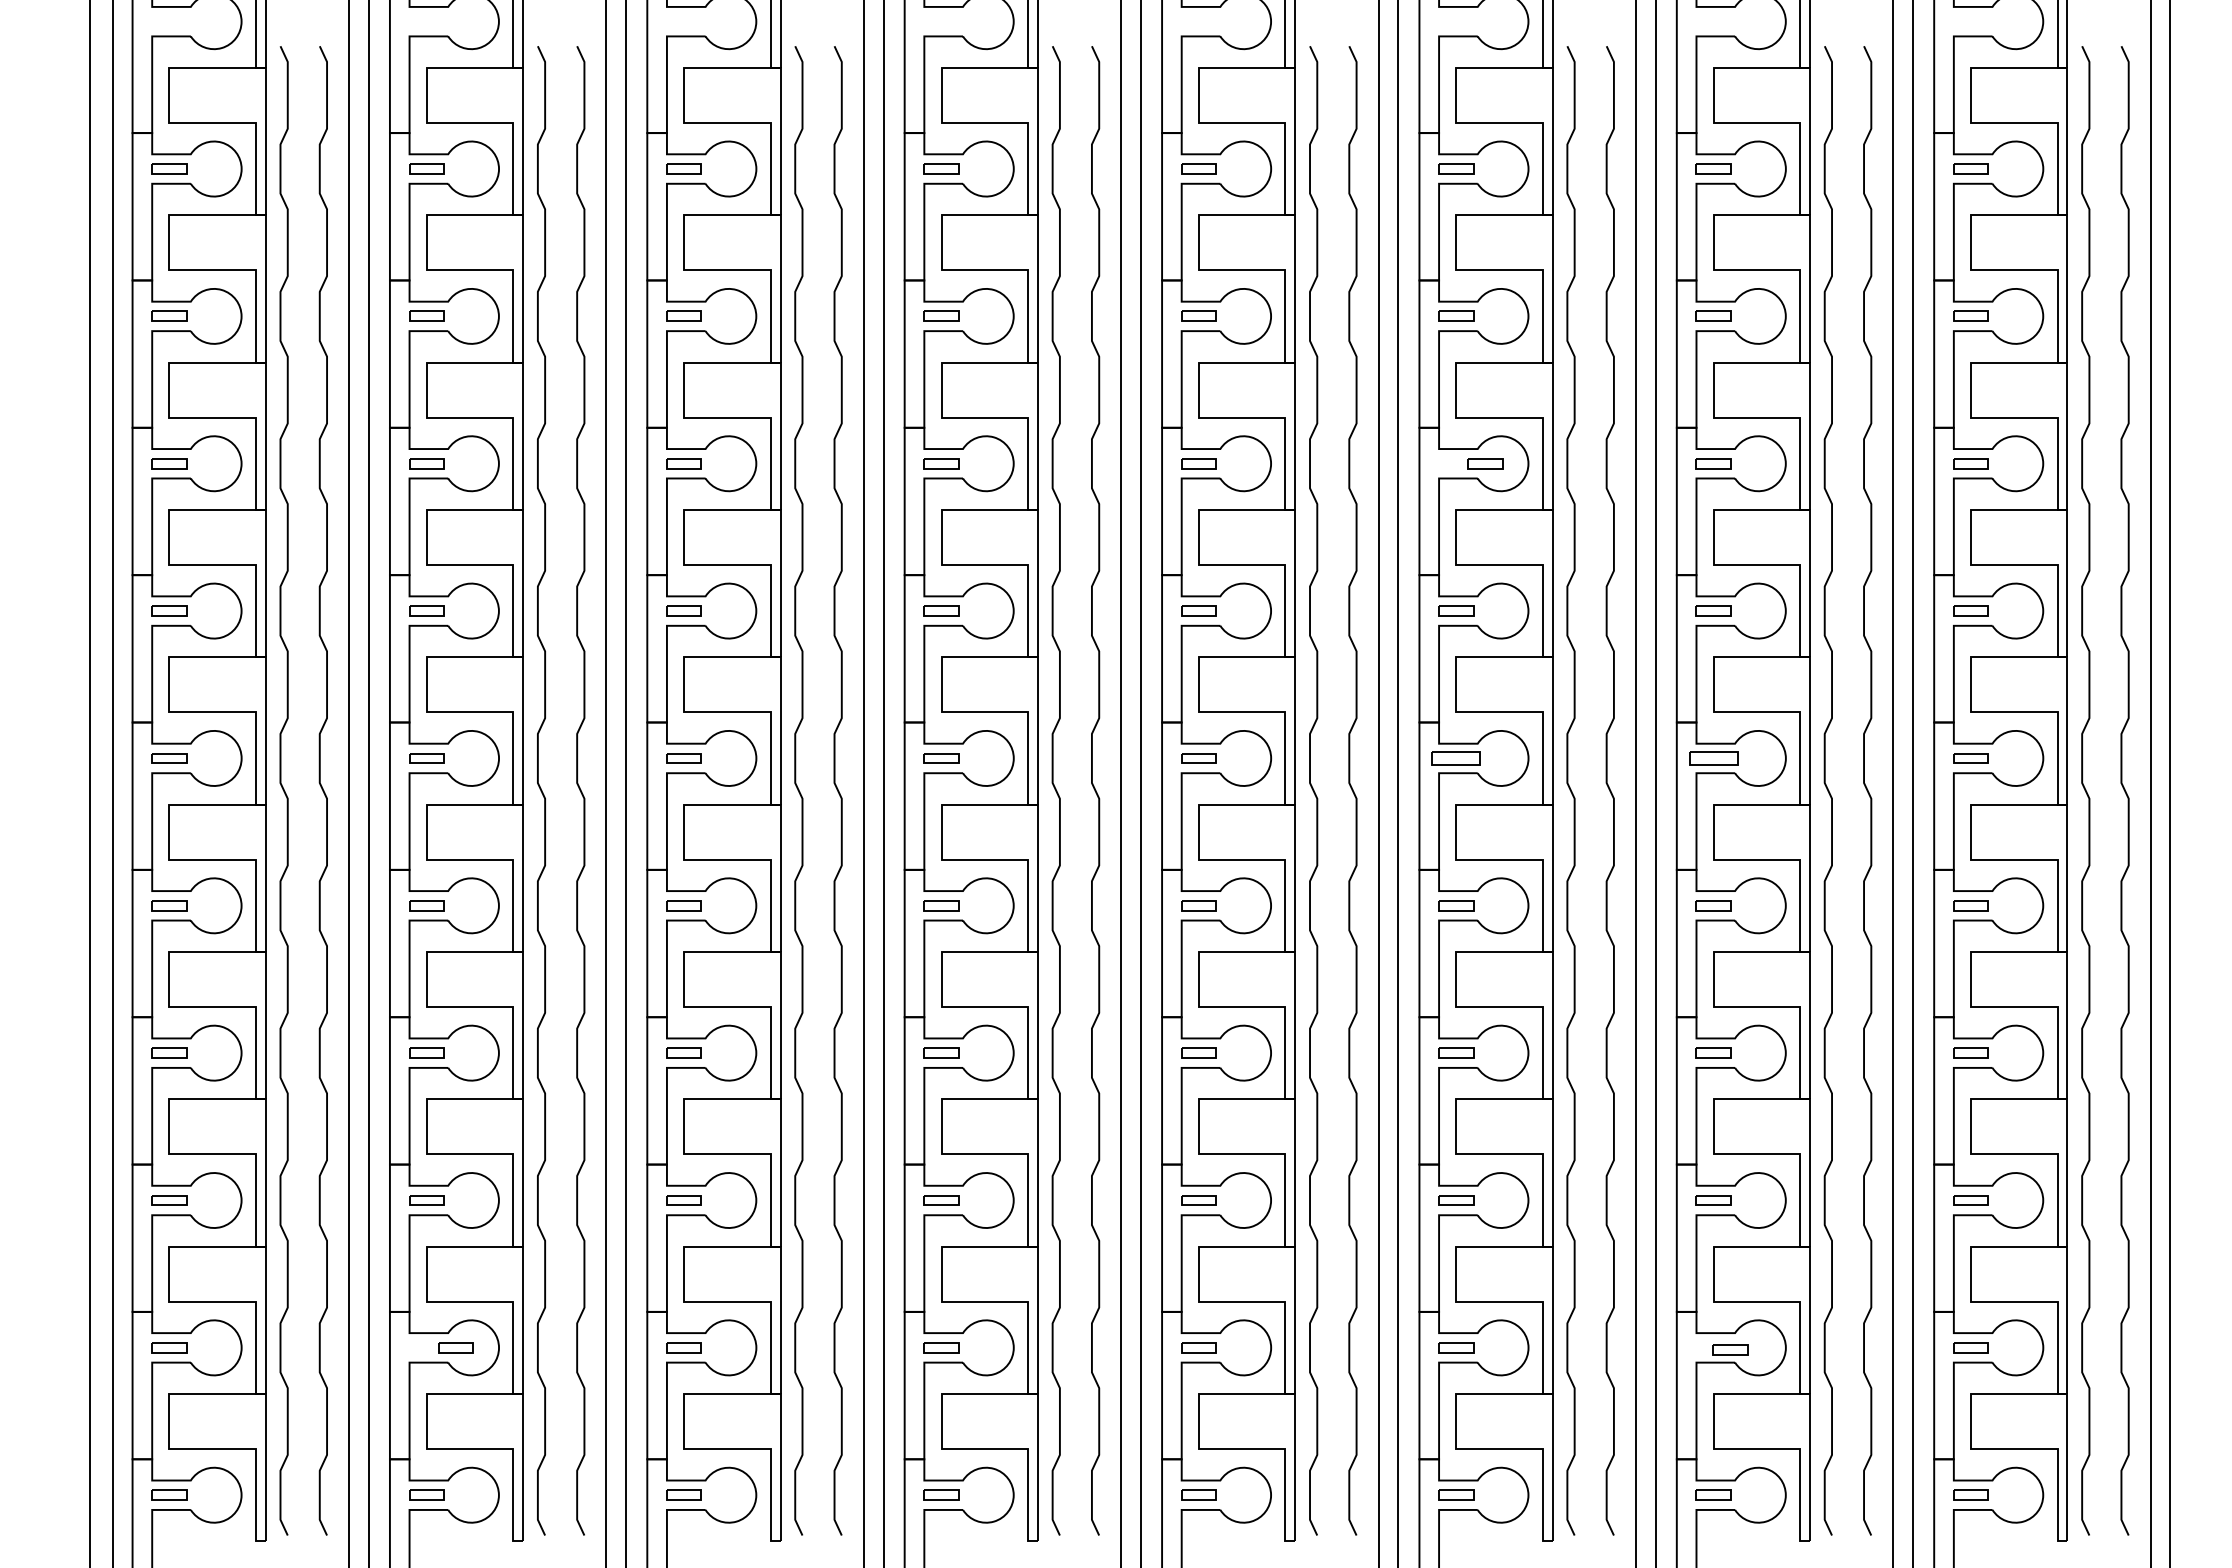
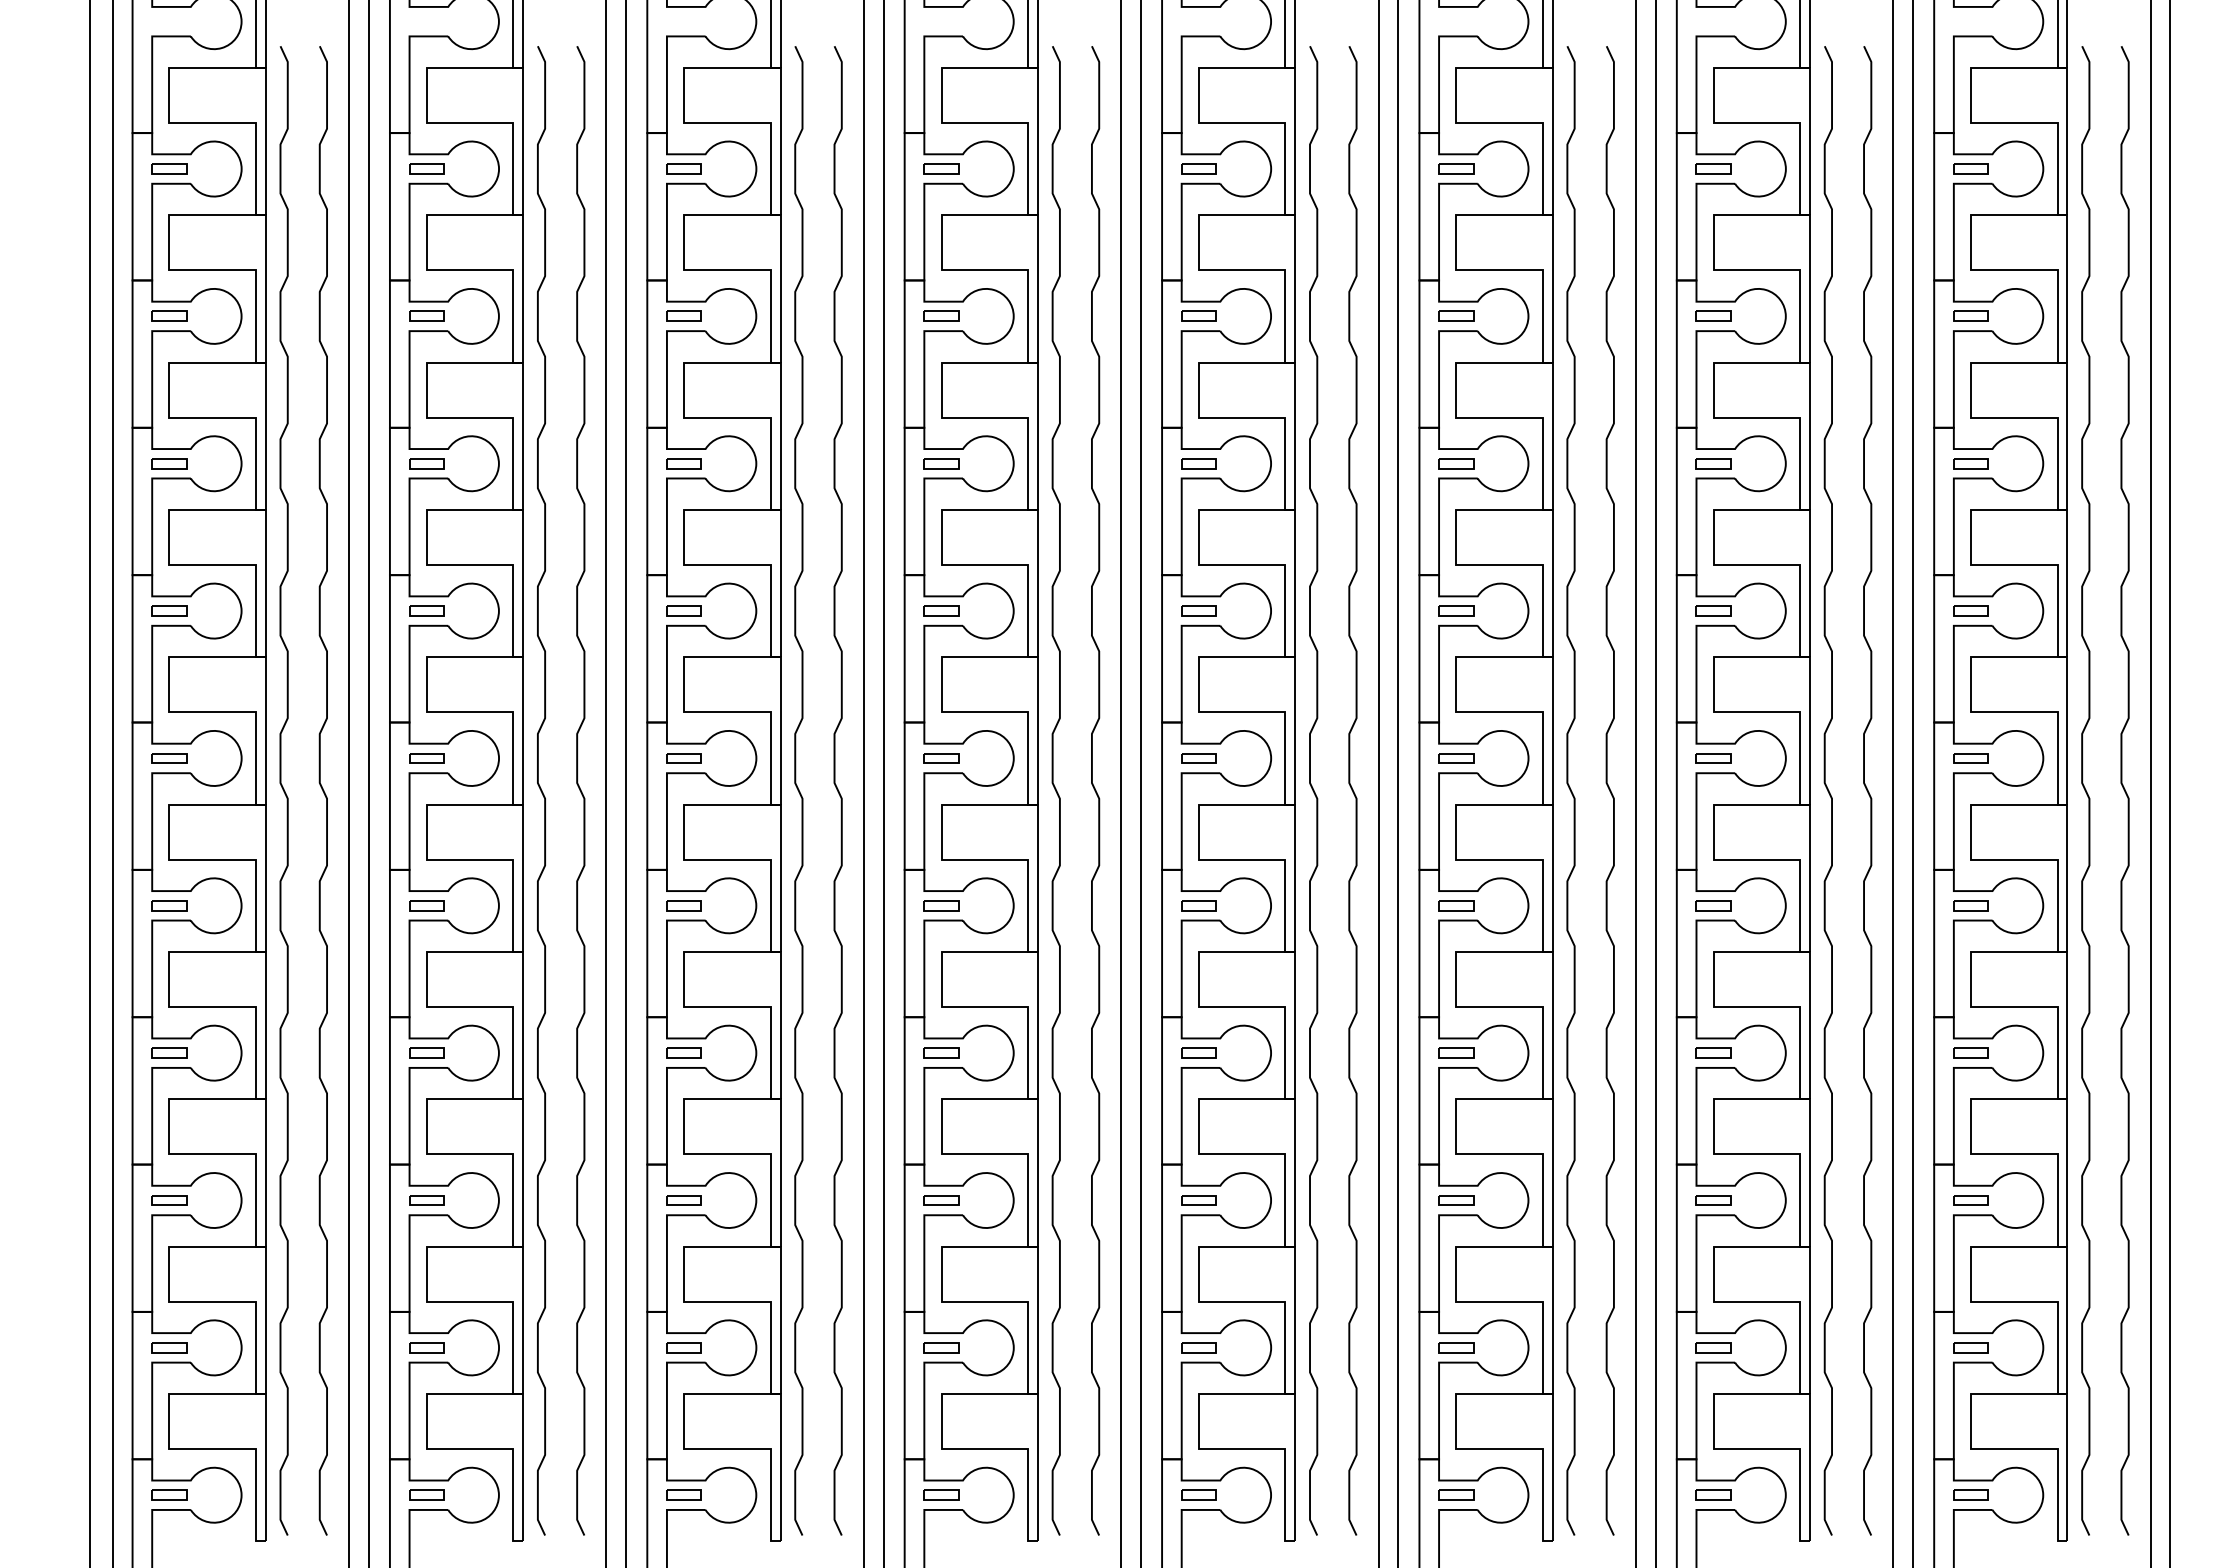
part at (1485, 463) position: (1485, 463) -> (1456, 463)
part at (1455, 758) size: 50x15 px -> 37x11 px
part at (1713, 758) size: 50x15 px -> 37x11 px
part at (455, 1347) position: (455, 1347) -> (426, 1347)
part at (1730, 1349) position: (1730, 1349) -> (1713, 1347)
